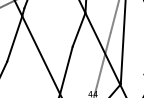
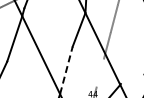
line at (122, 42): present -> none
line at (66, 70): solid -> dashed
line at (99, 72): present -> none
